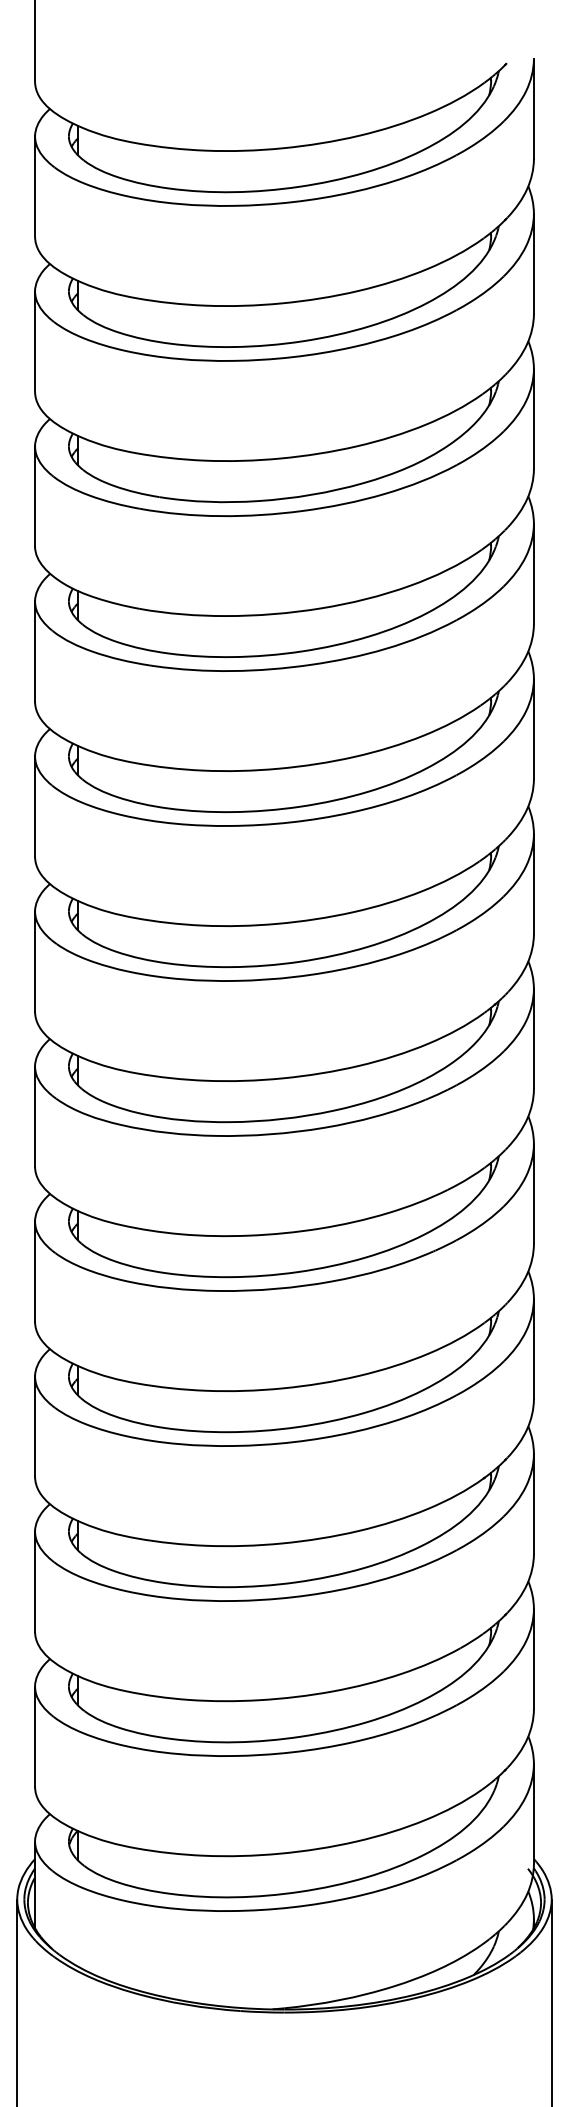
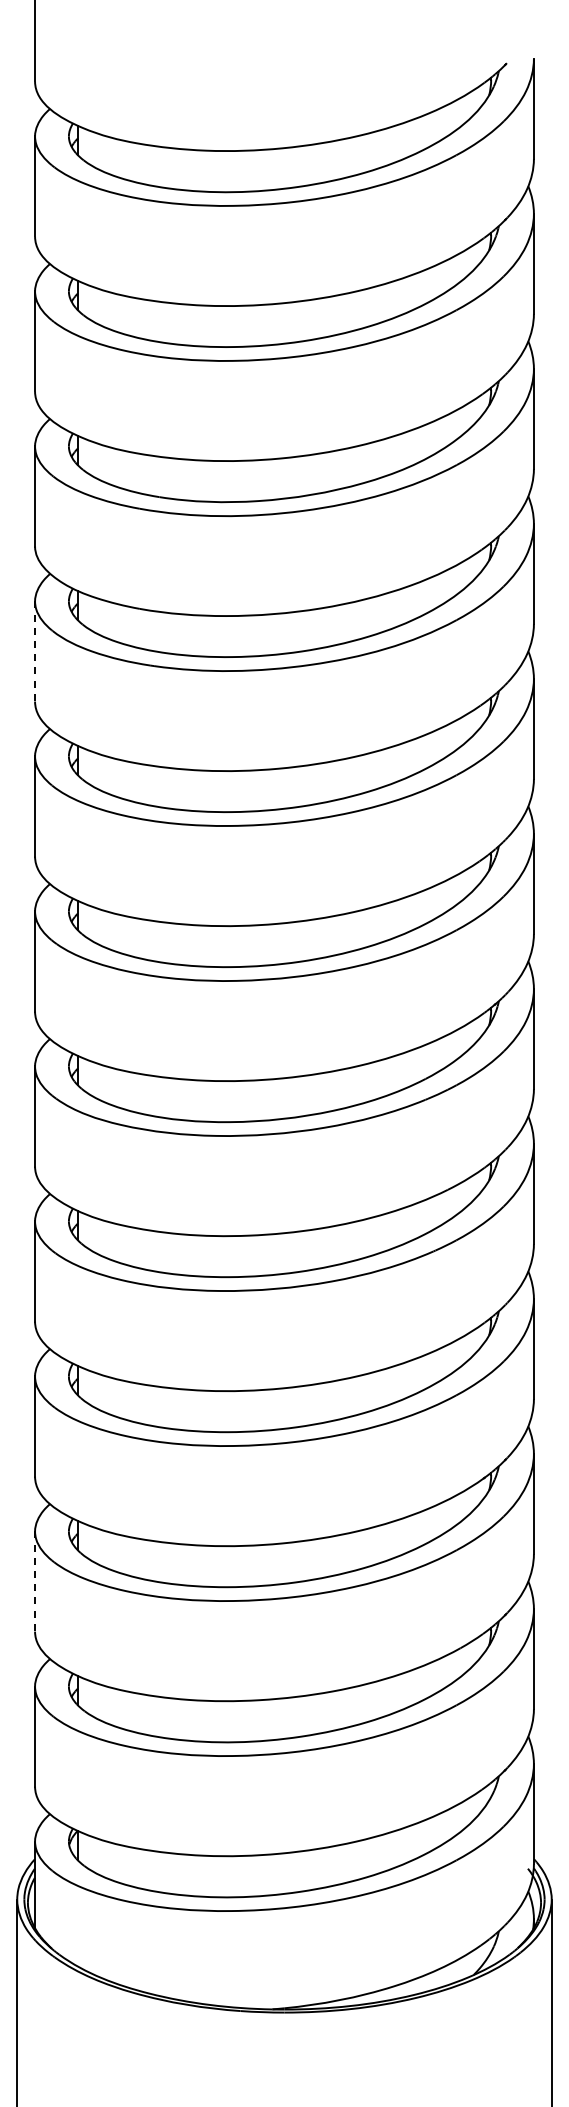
line at (35, 651): solid -> dashed
line at (35, 1582): solid -> dashed
